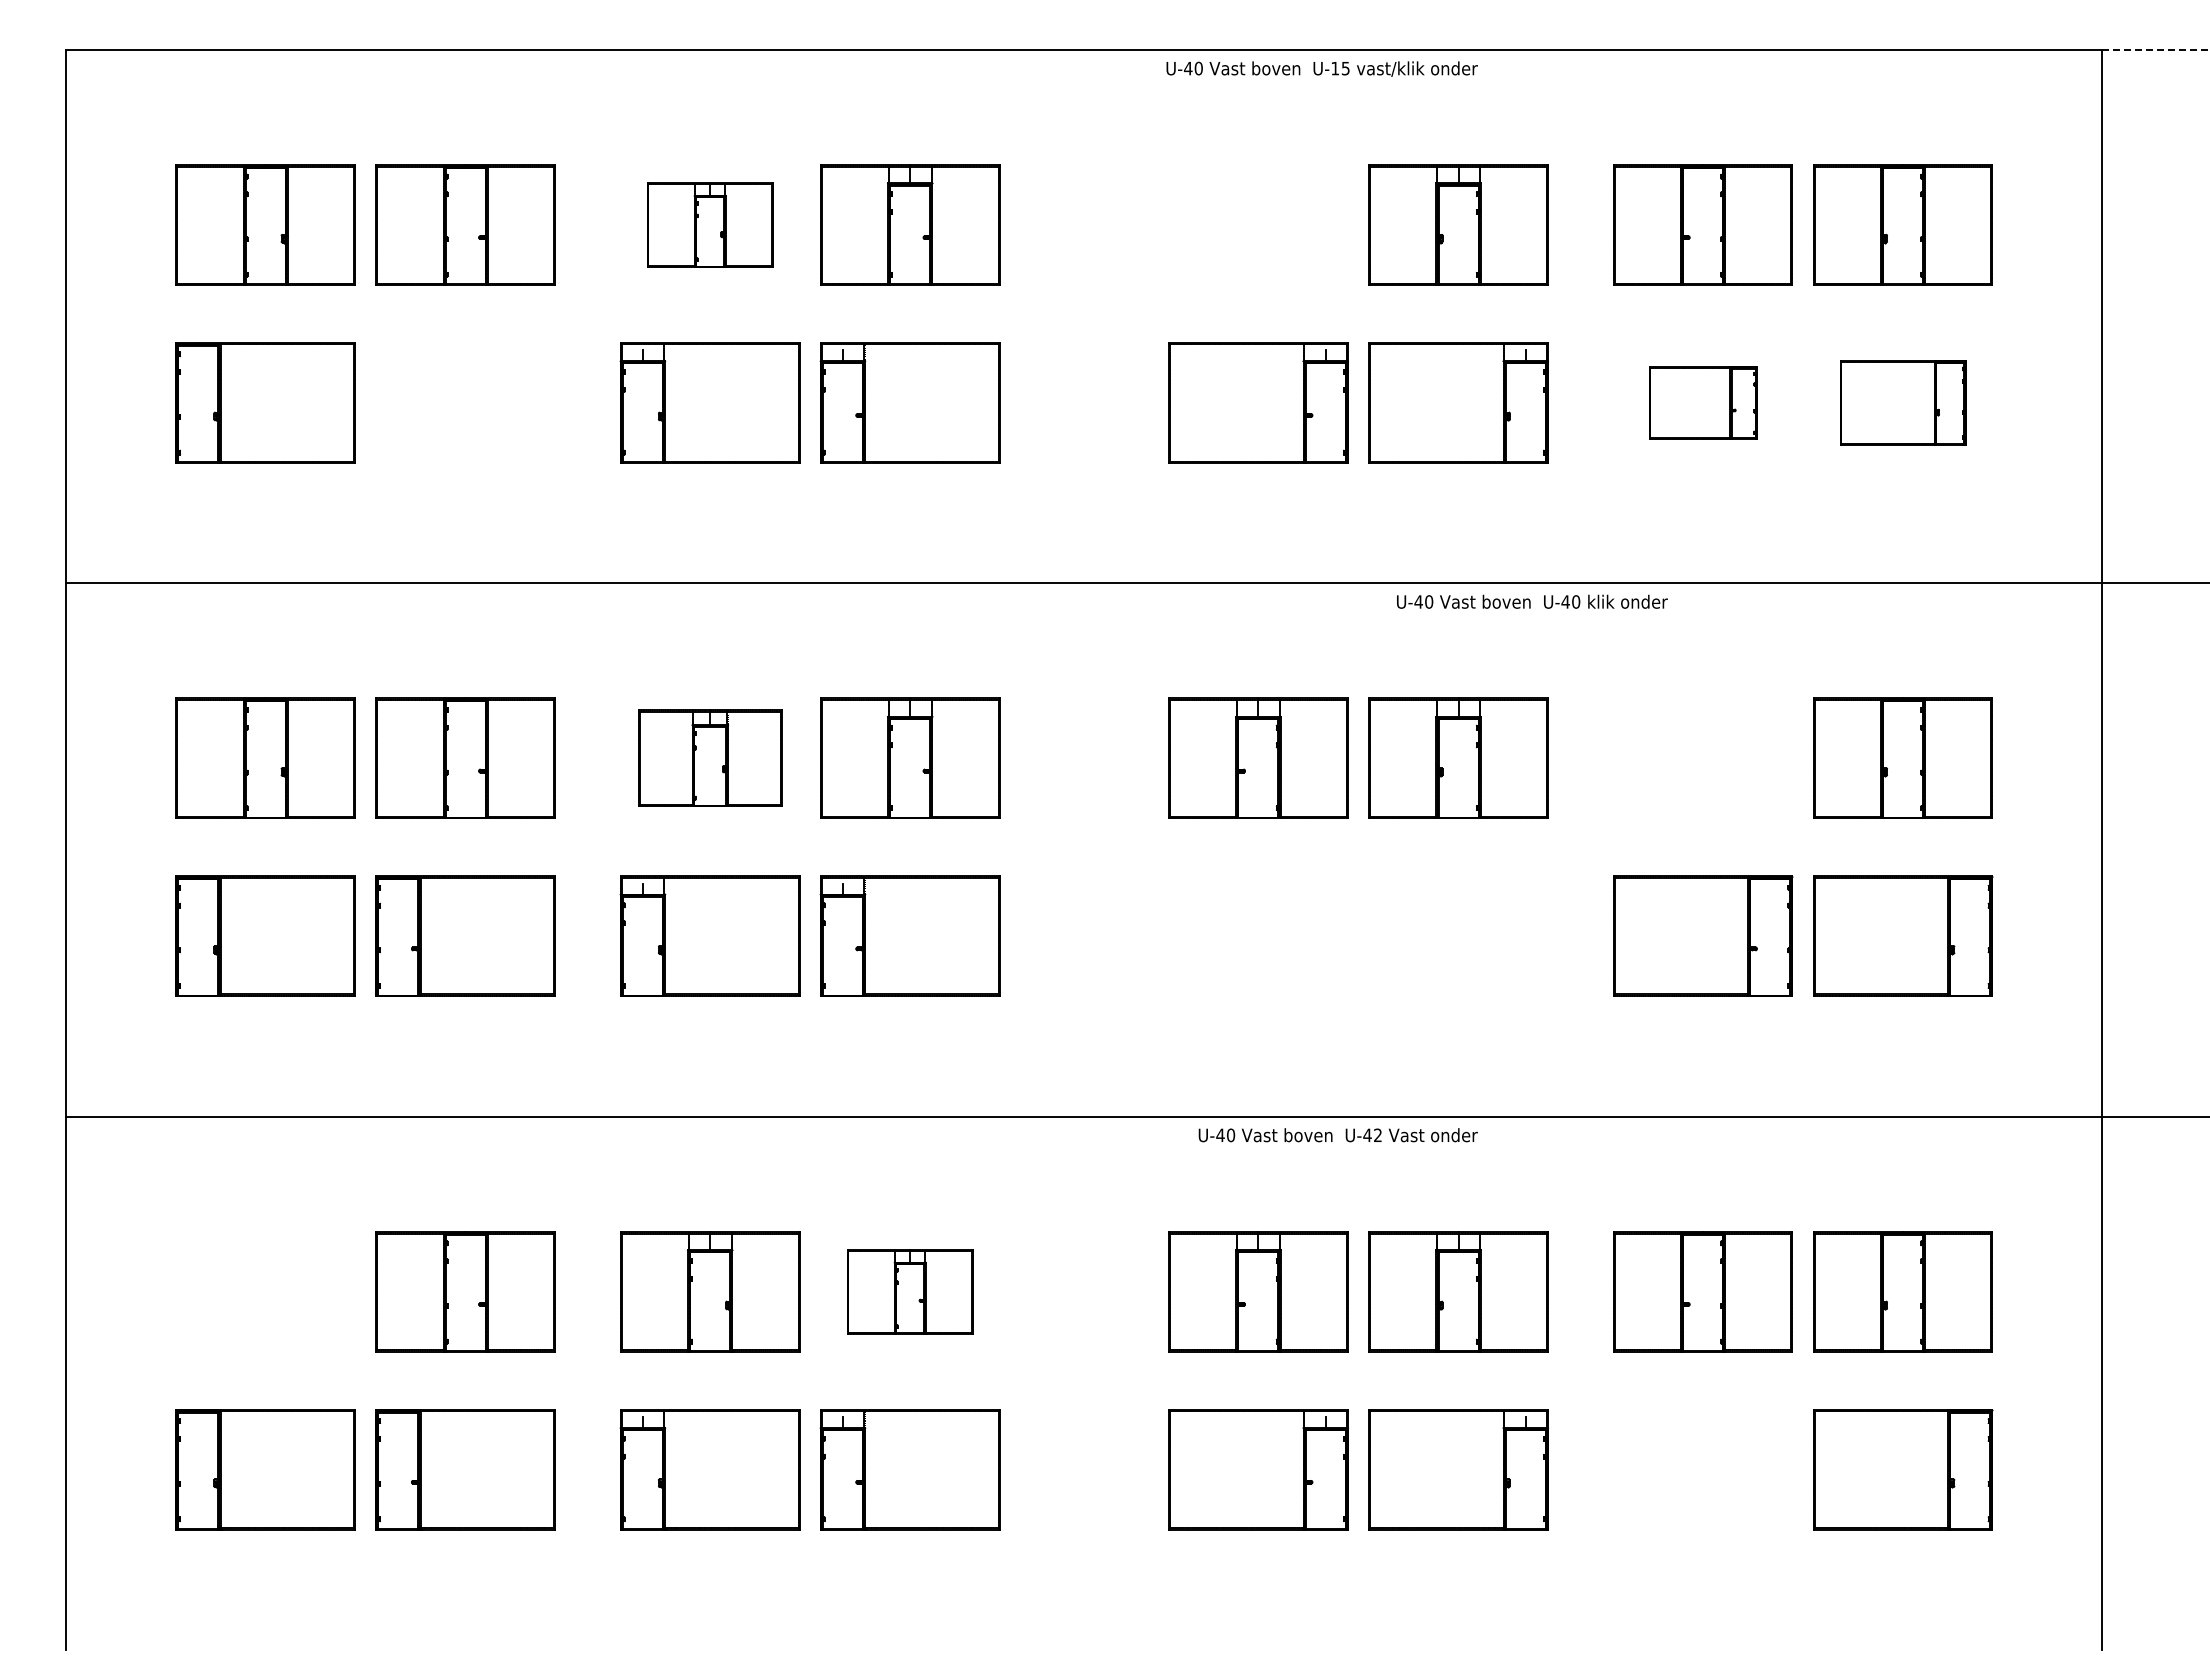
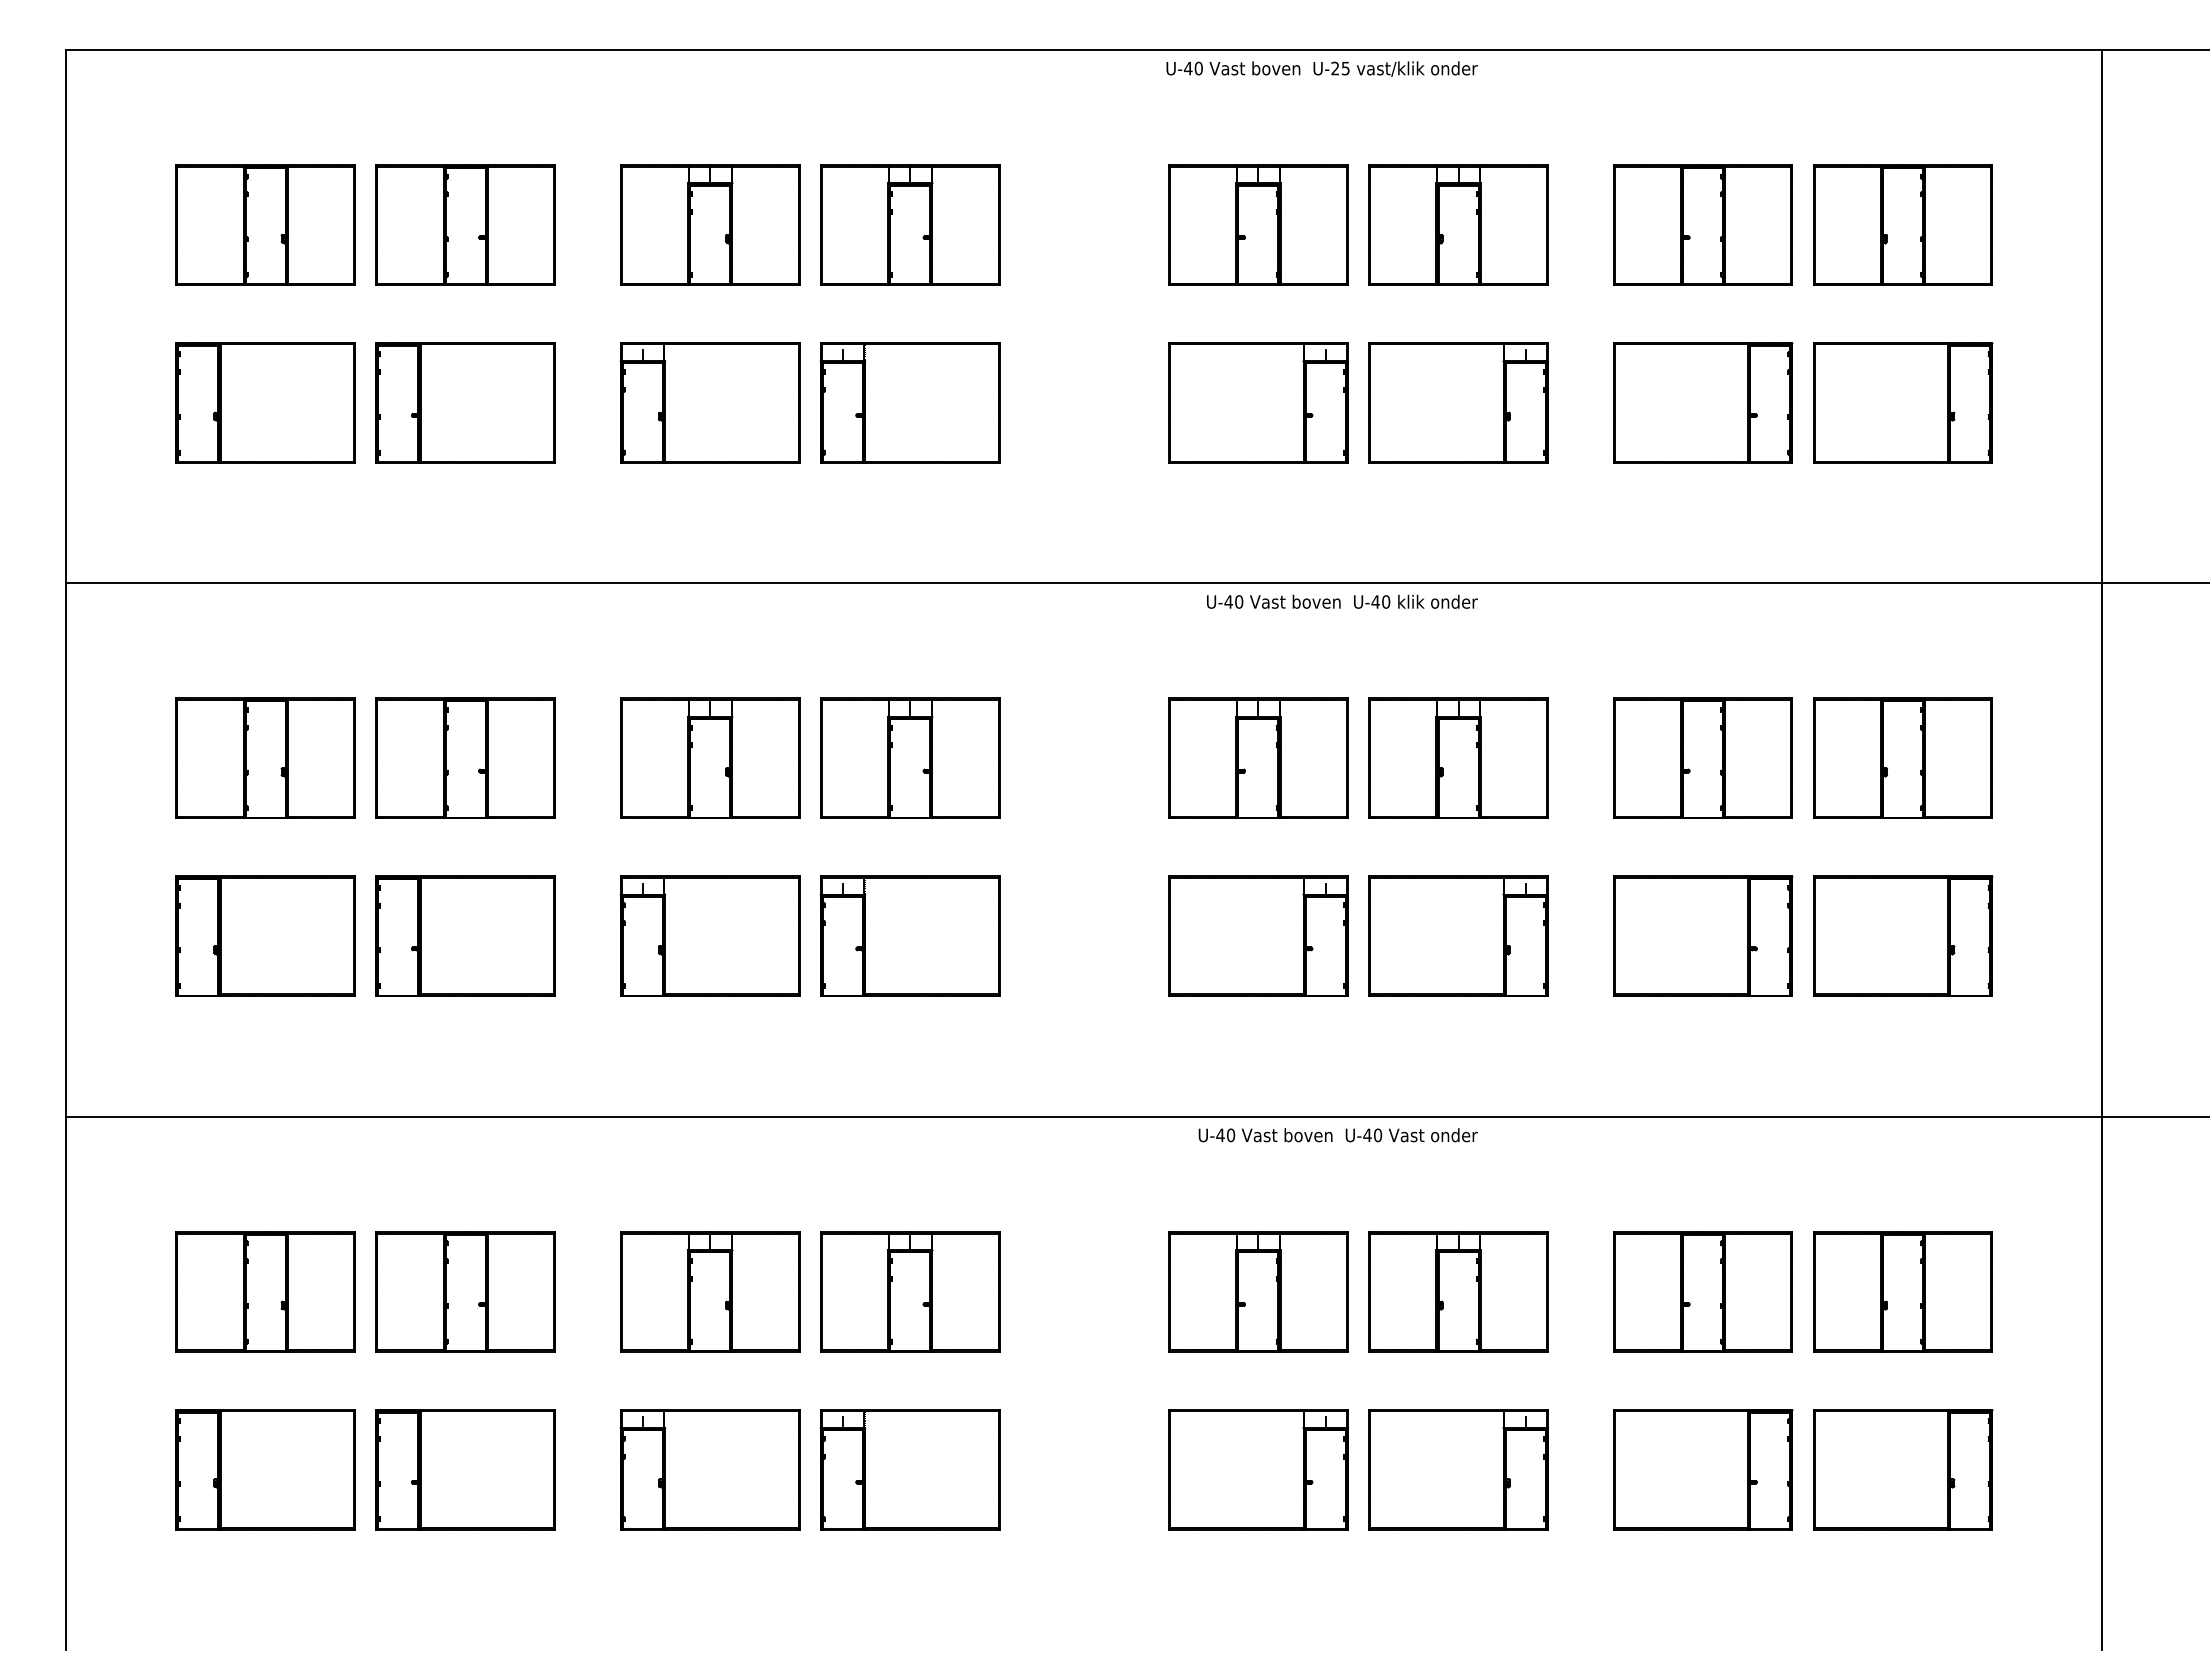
line at (2156, 50): dashed -> solid
text at (1334, 68): U-15 -> U-25
part at (710, 224) size: 127x86 px -> 181x122 px
part at (1258, 224): none -> present
part at (465, 402): none -> present
part at (1703, 402) size: 109x74 px -> 181x122 px
part at (1903, 402) size: 127x86 px -> 181x122 px
text at (1532, 601) position: (1532, 601) -> (1342, 601)
part at (710, 757) size: 145x98 px -> 181x122 px
part at (1702, 757): none -> present
part at (1258, 935): none -> present
part at (1458, 935): none -> present
text at (1378, 1135): U-42 -> U-40
part at (265, 1291): none -> present
part at (910, 1291) size: 127x86 px -> 181x122 px
part at (1703, 1469): none -> present
